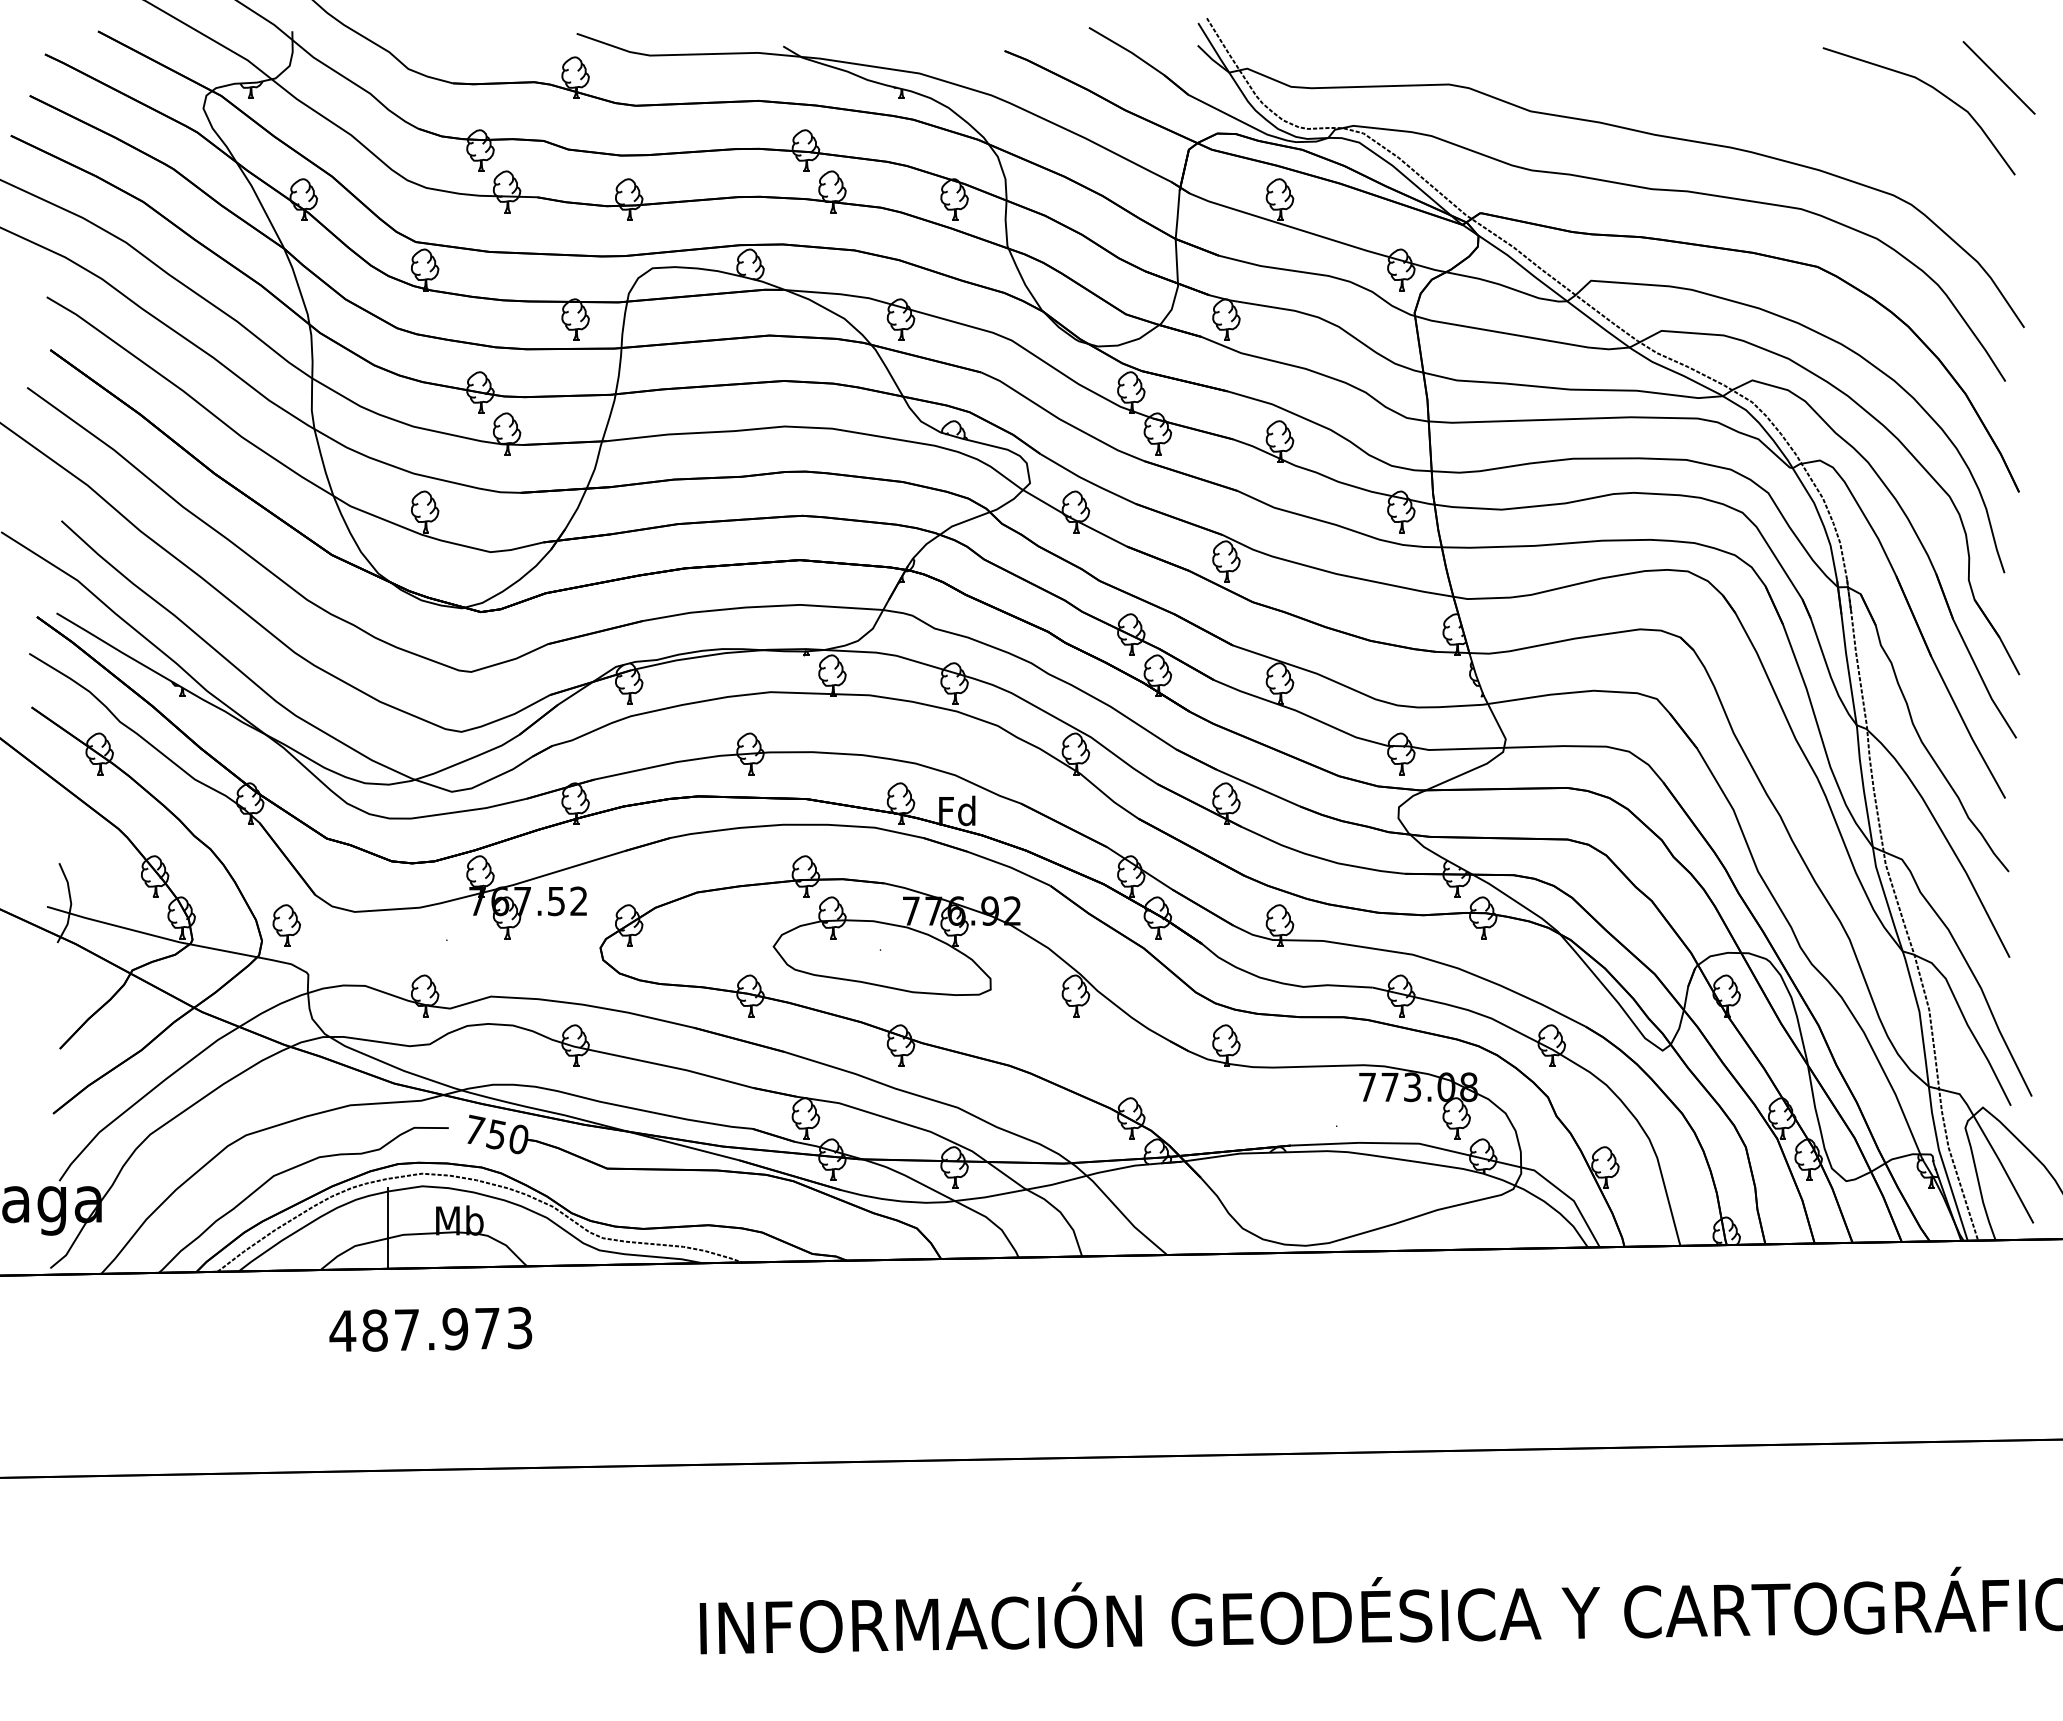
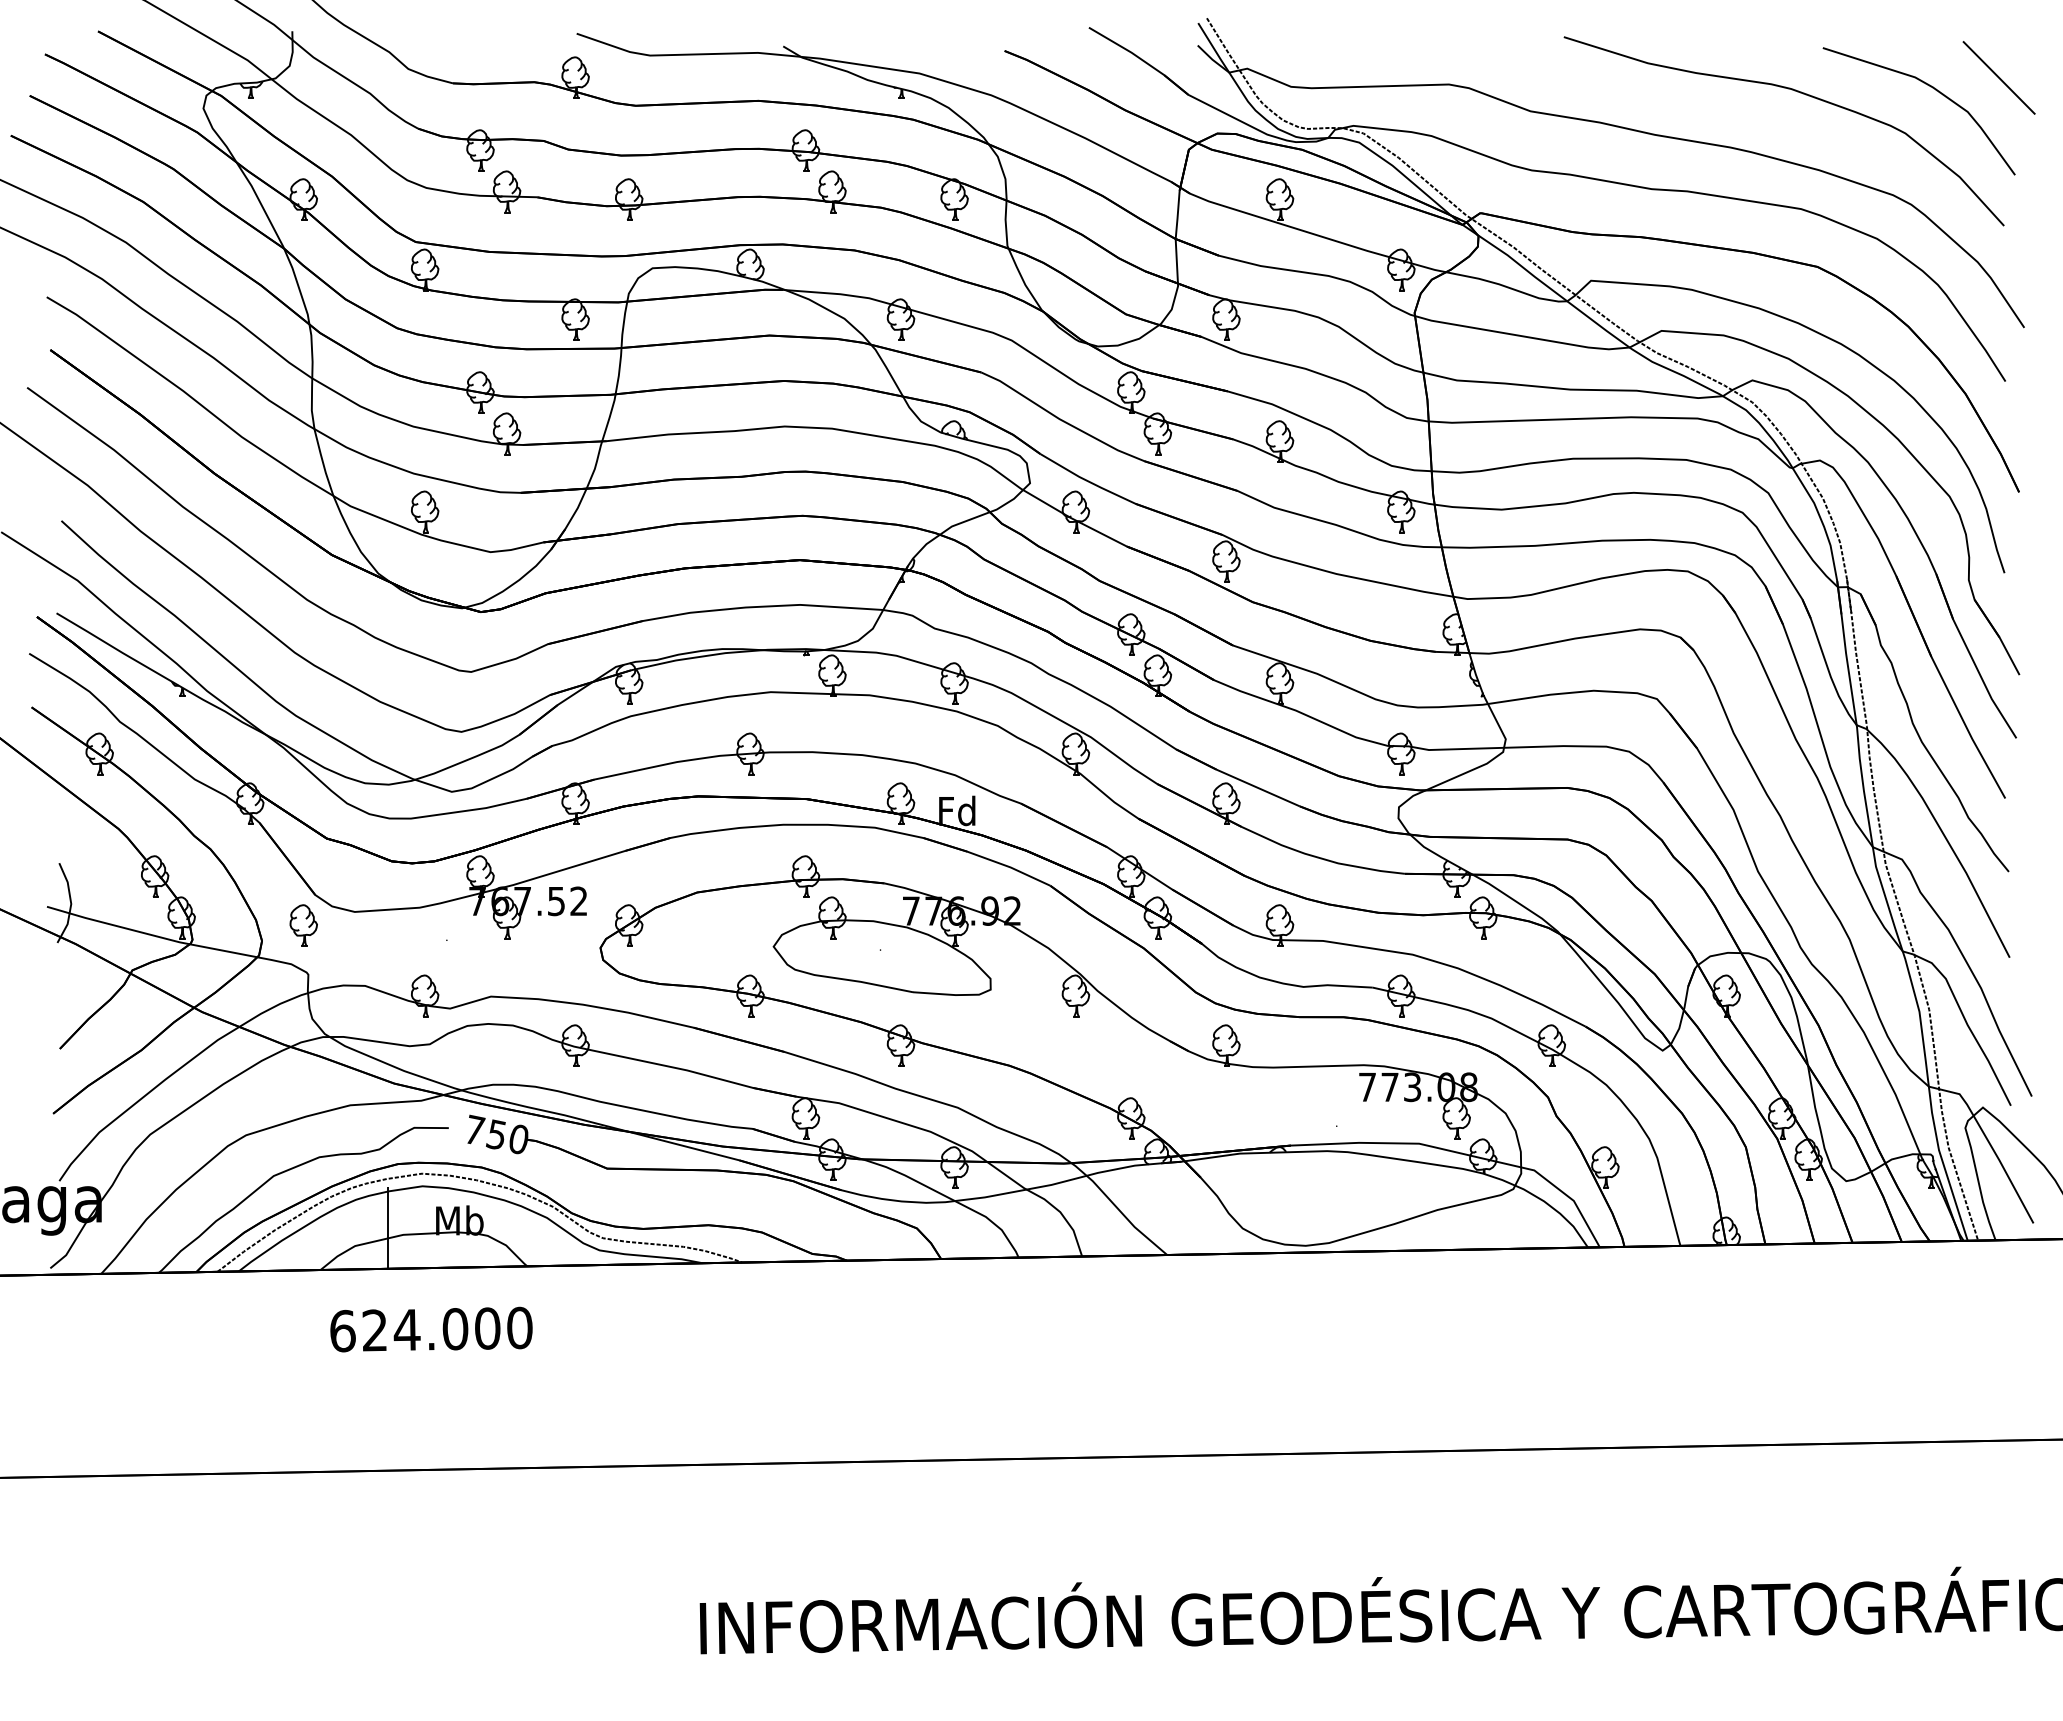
curve at (1797, 92): none -> present
part at (286, 925) position: (286, 925) -> (303, 925)
text at (430, 1329): 487.973 -> 624.000
